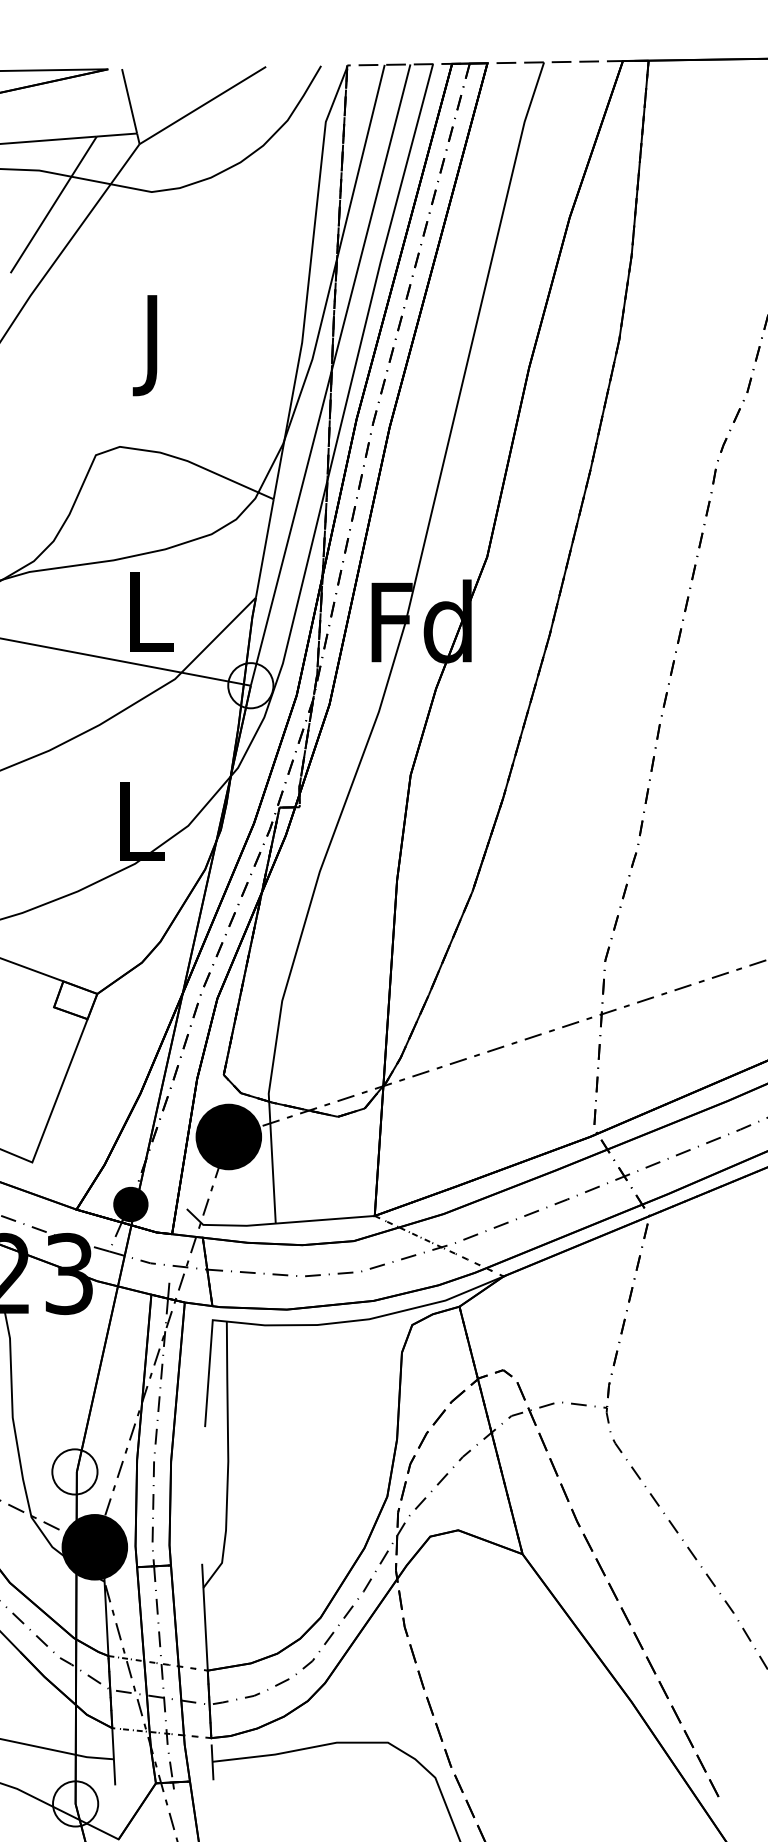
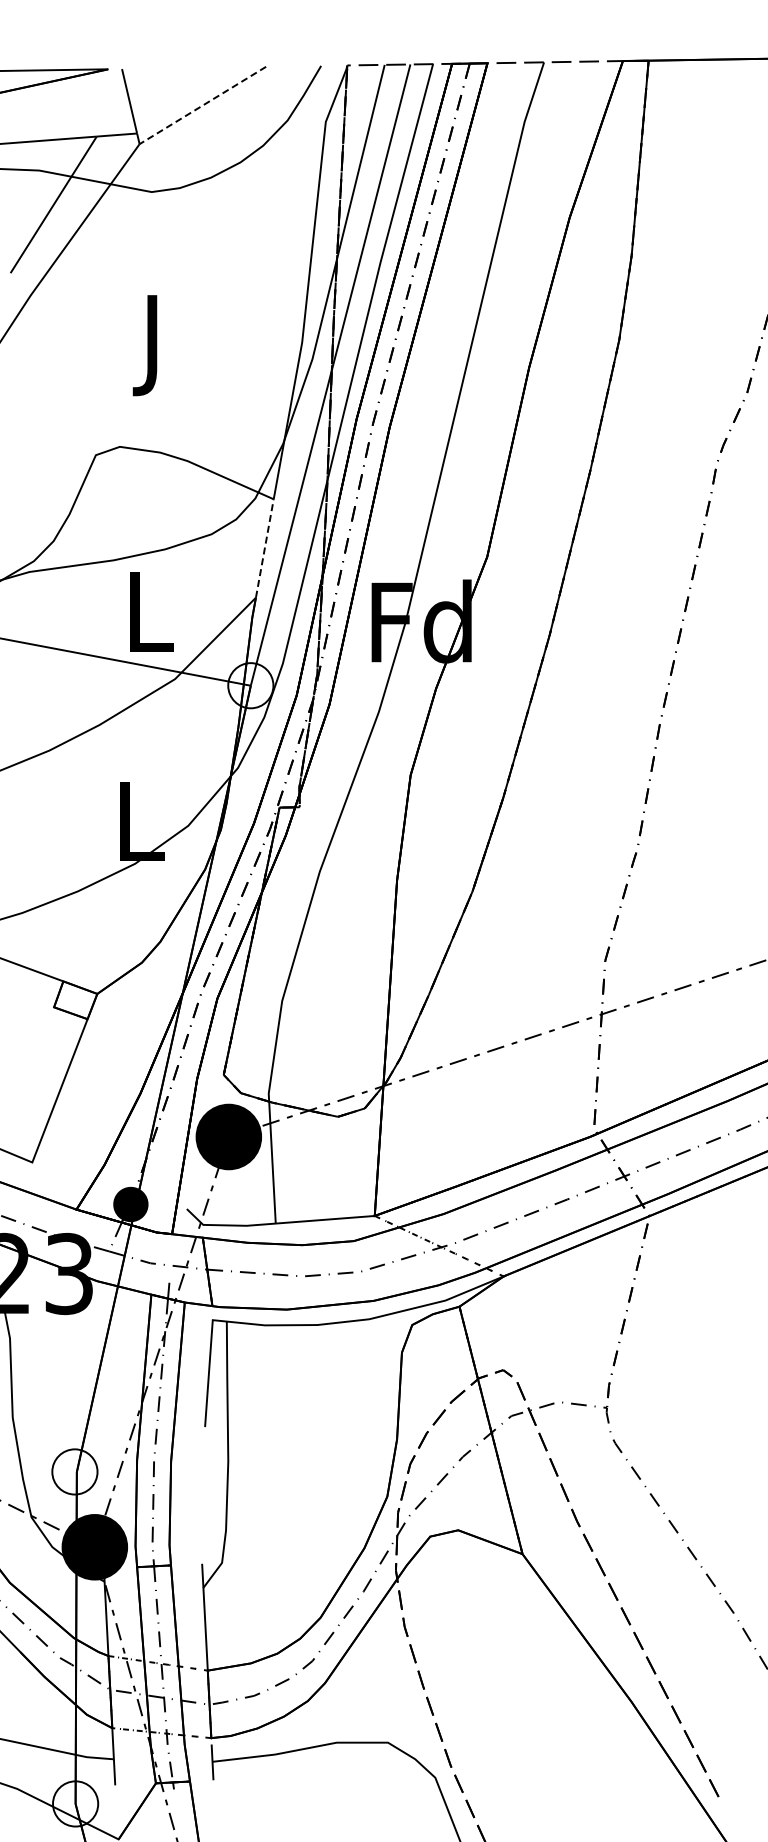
line at (202, 105): solid -> dashed
line at (264, 548): solid -> dashed
